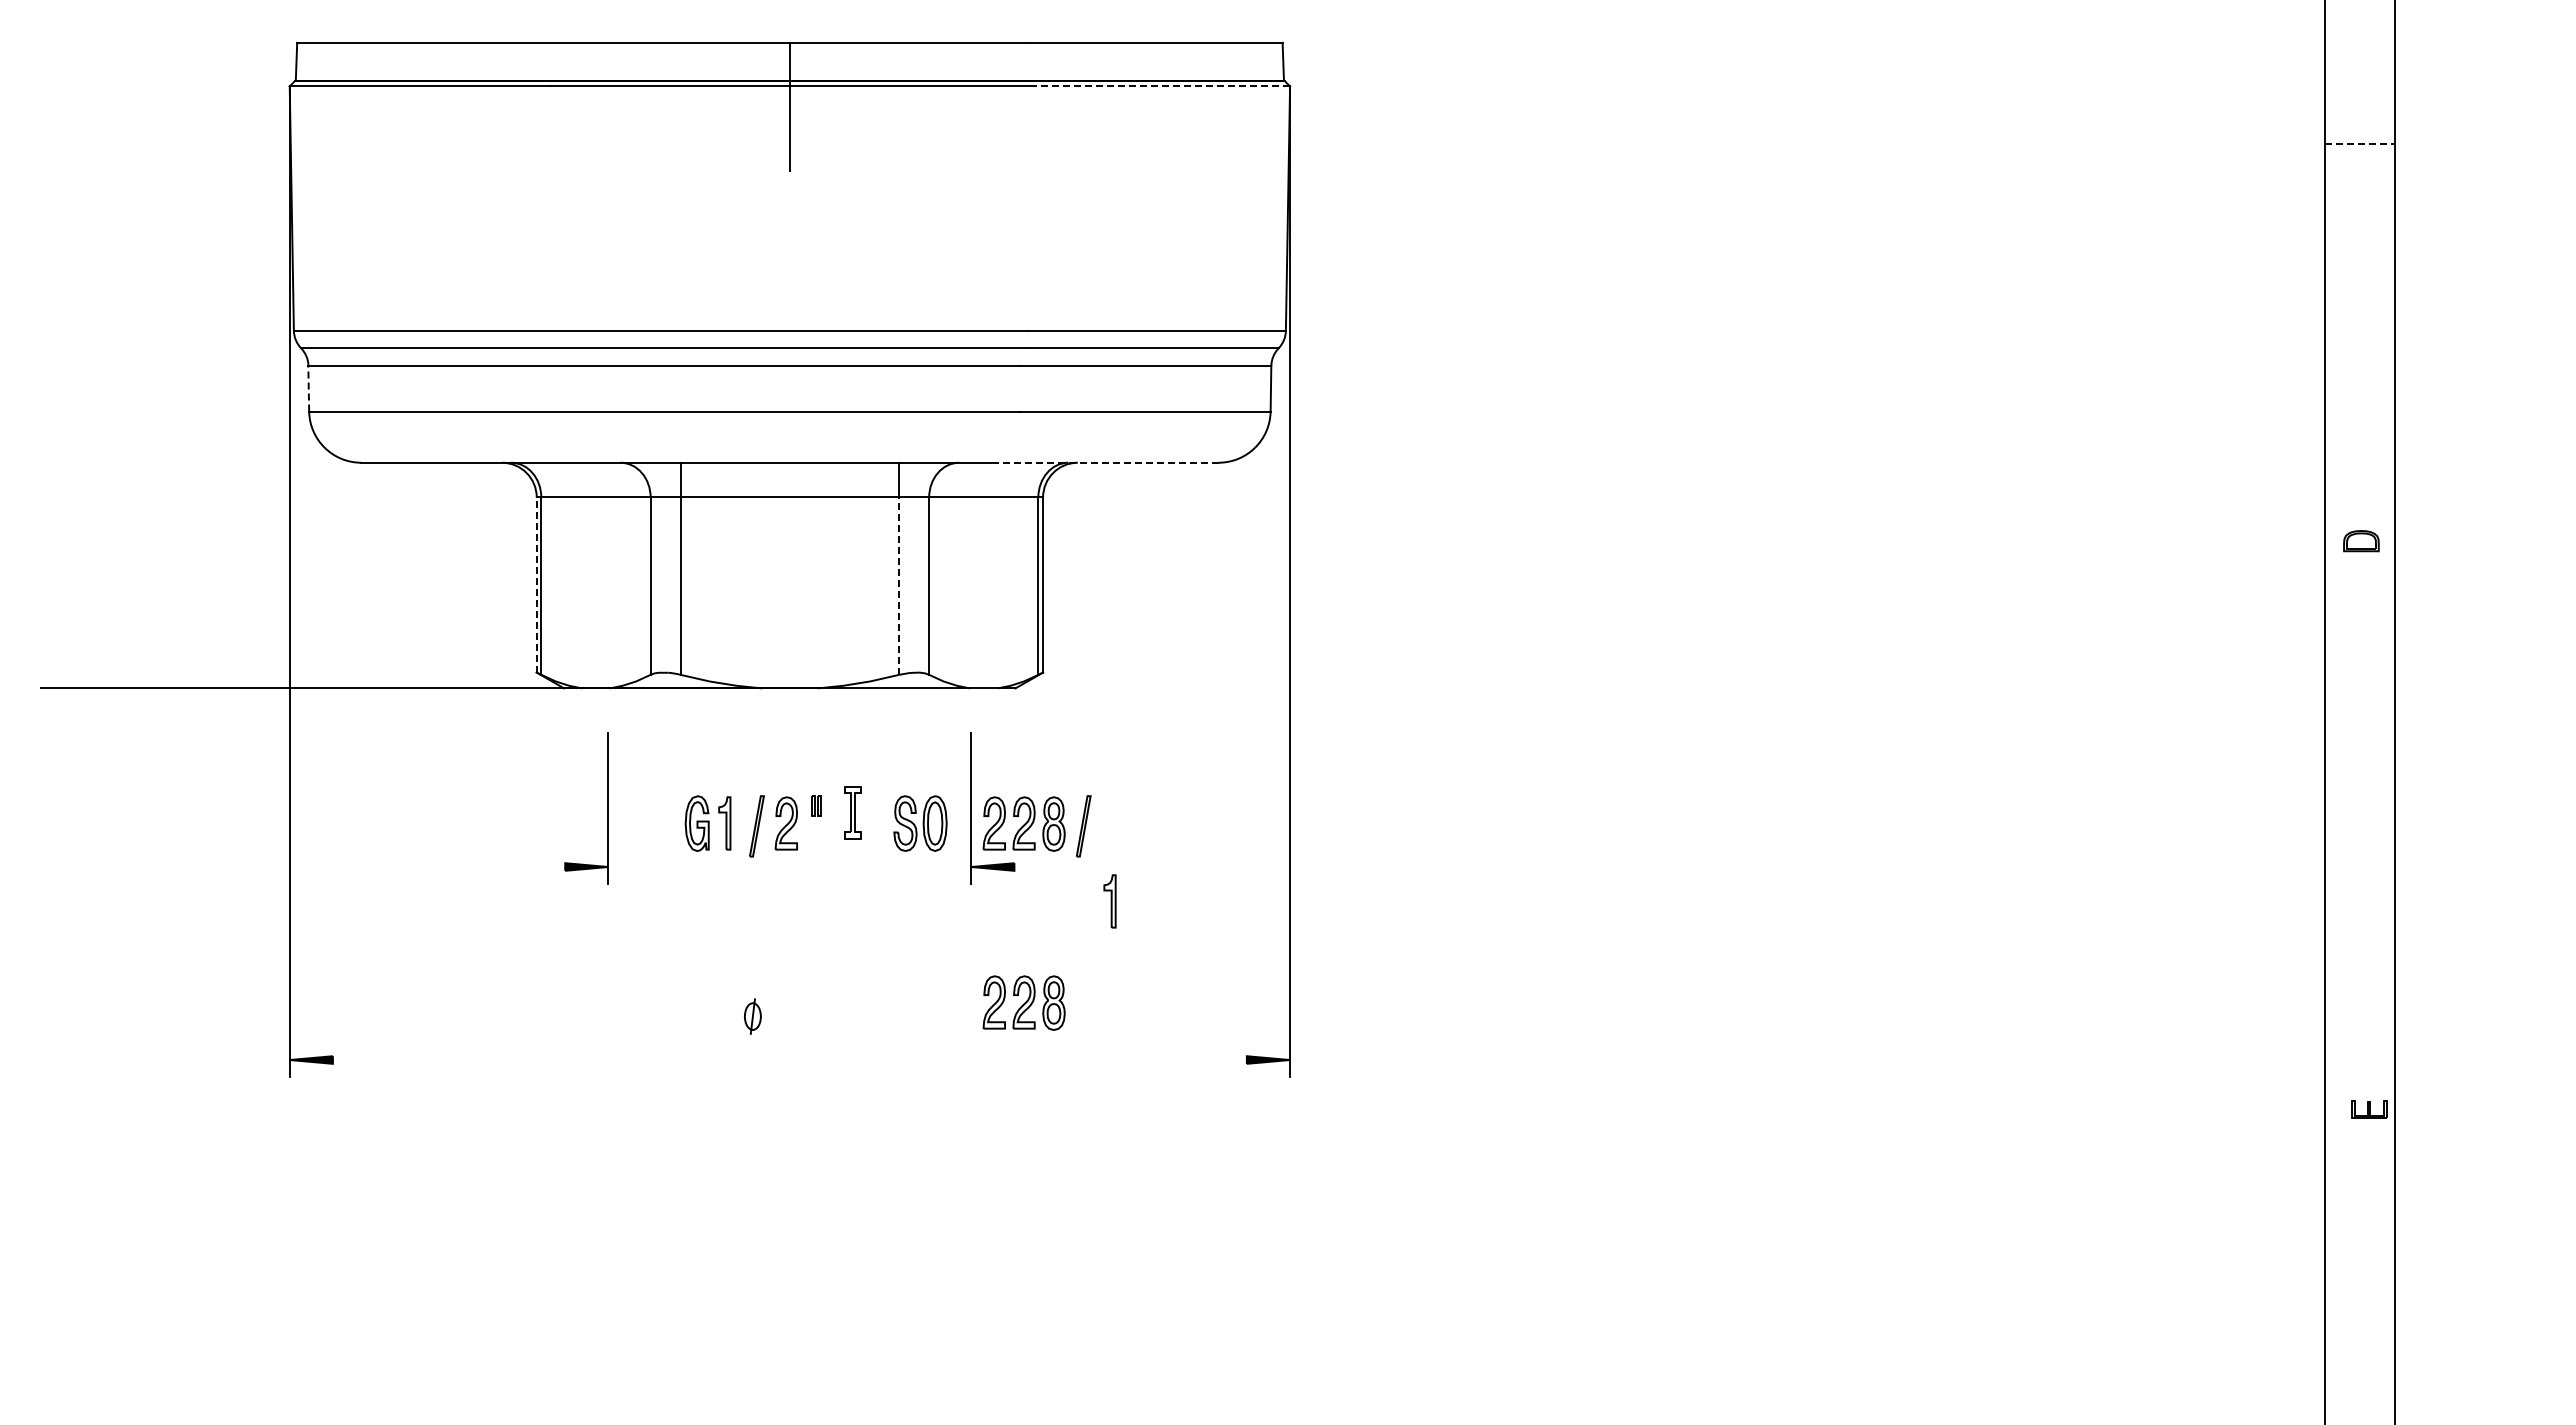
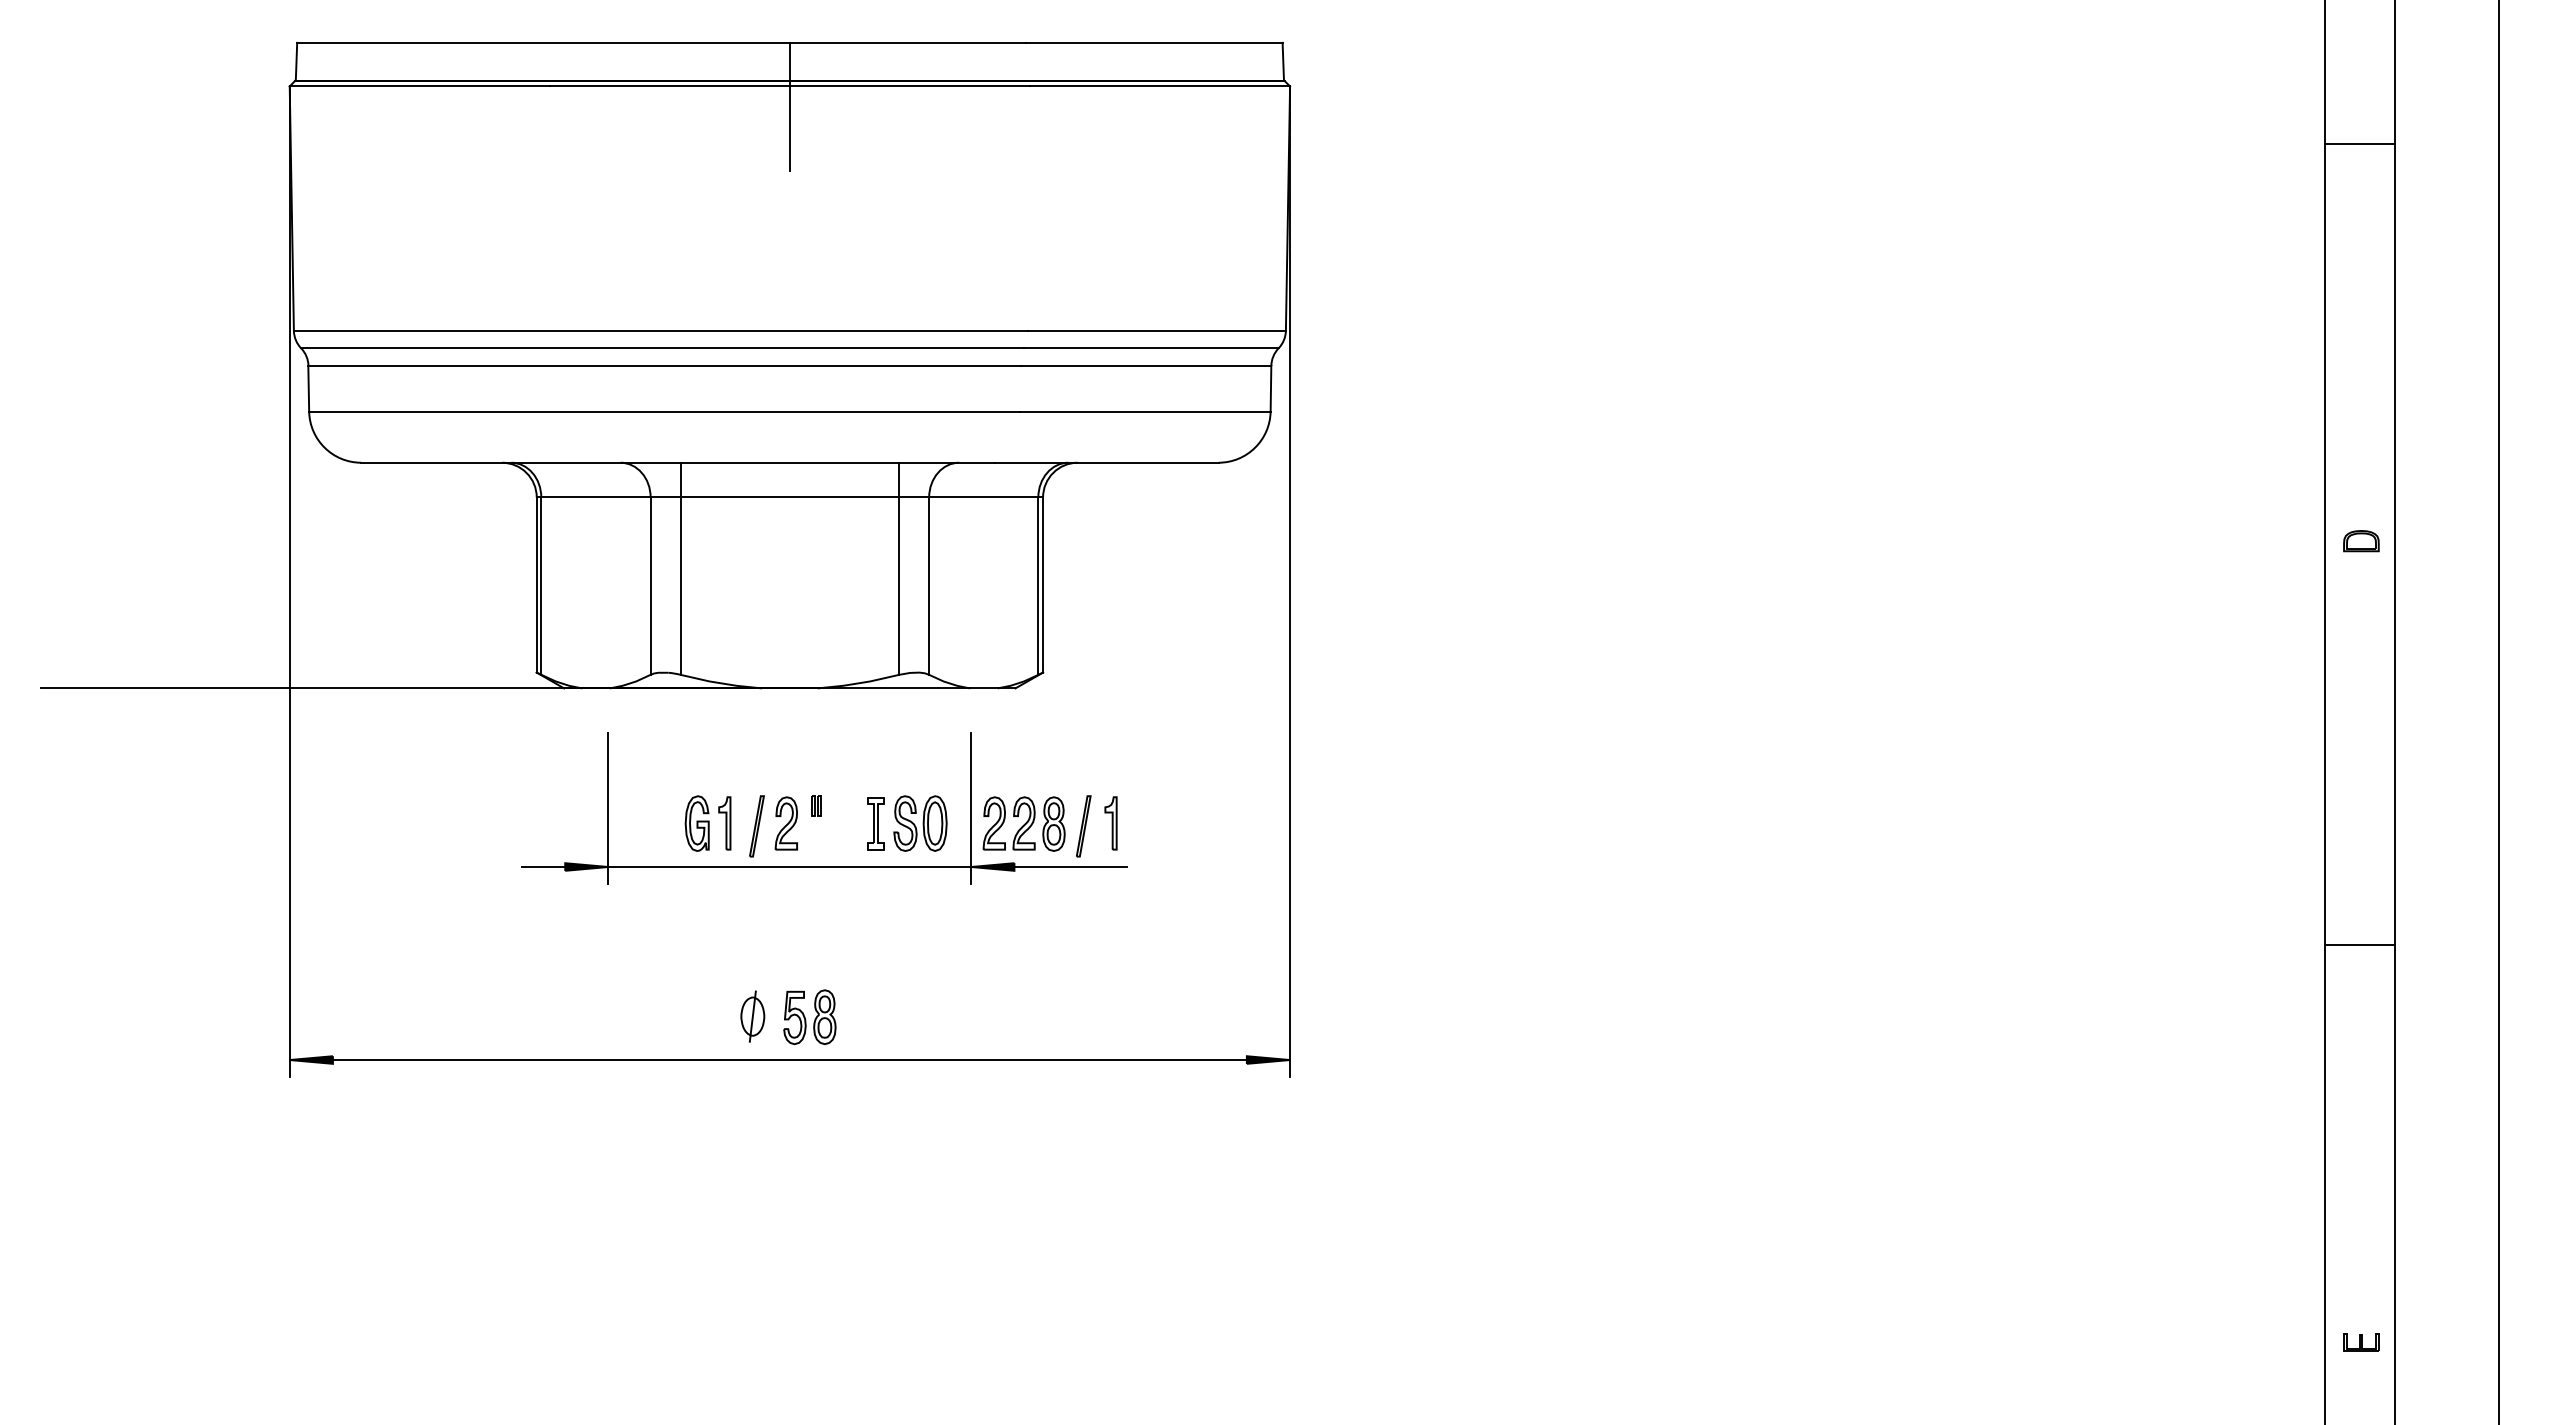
line at (1160, 86): dashed -> solid
line at (2359, 143): dashed -> solid
line at (308, 388): dashed -> solid
line at (1106, 462): dashed -> solid
line at (536, 585): dashed -> solid
line at (899, 586): dashed -> solid
line at (2498, 711): none -> present
part at (852, 812) position: (852, 812) -> (875, 823)
line at (543, 867): none -> present
line at (789, 867): none -> present
line at (1070, 867): none -> present
part at (1109, 901) position: (1109, 901) -> (1110, 823)
line at (2359, 945): none -> present
part at (1023, 1002): present -> none
part at (752, 1016) size: 18x37 px -> 26x53 px
part at (809, 1017): none -> present
line at (789, 1060): none -> present
part at (2369, 1109) position: (2369, 1109) -> (2361, 1342)
